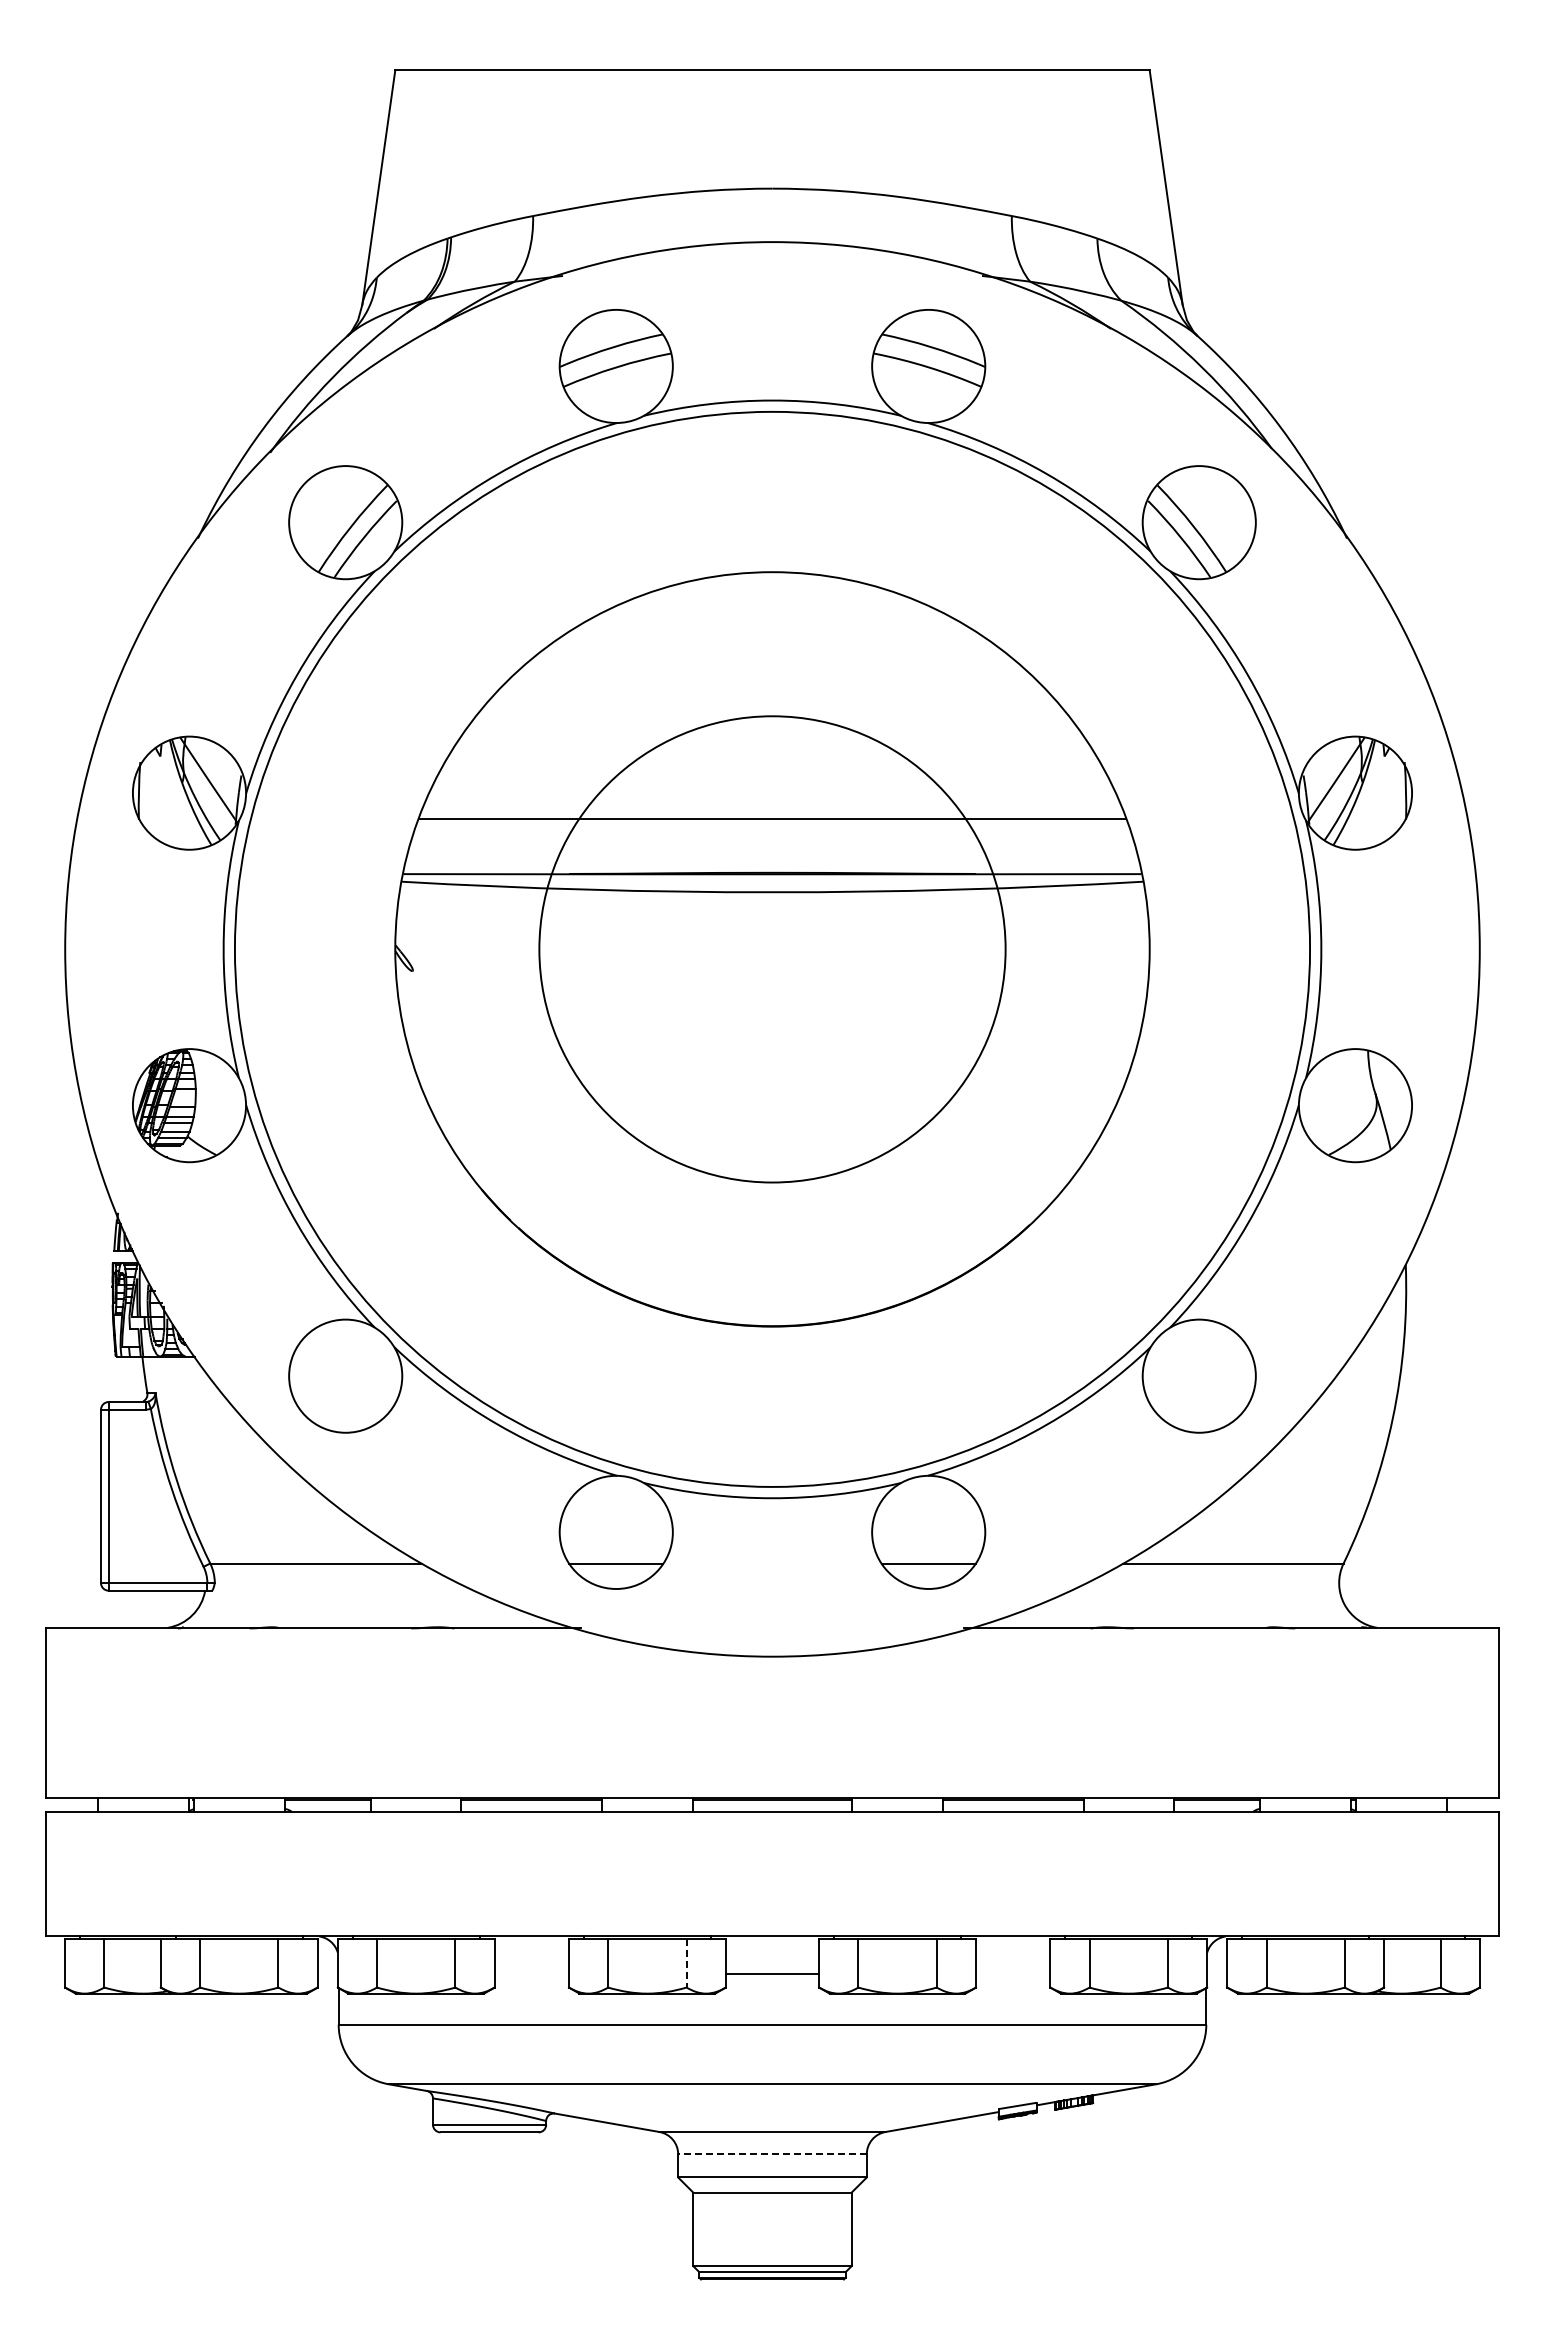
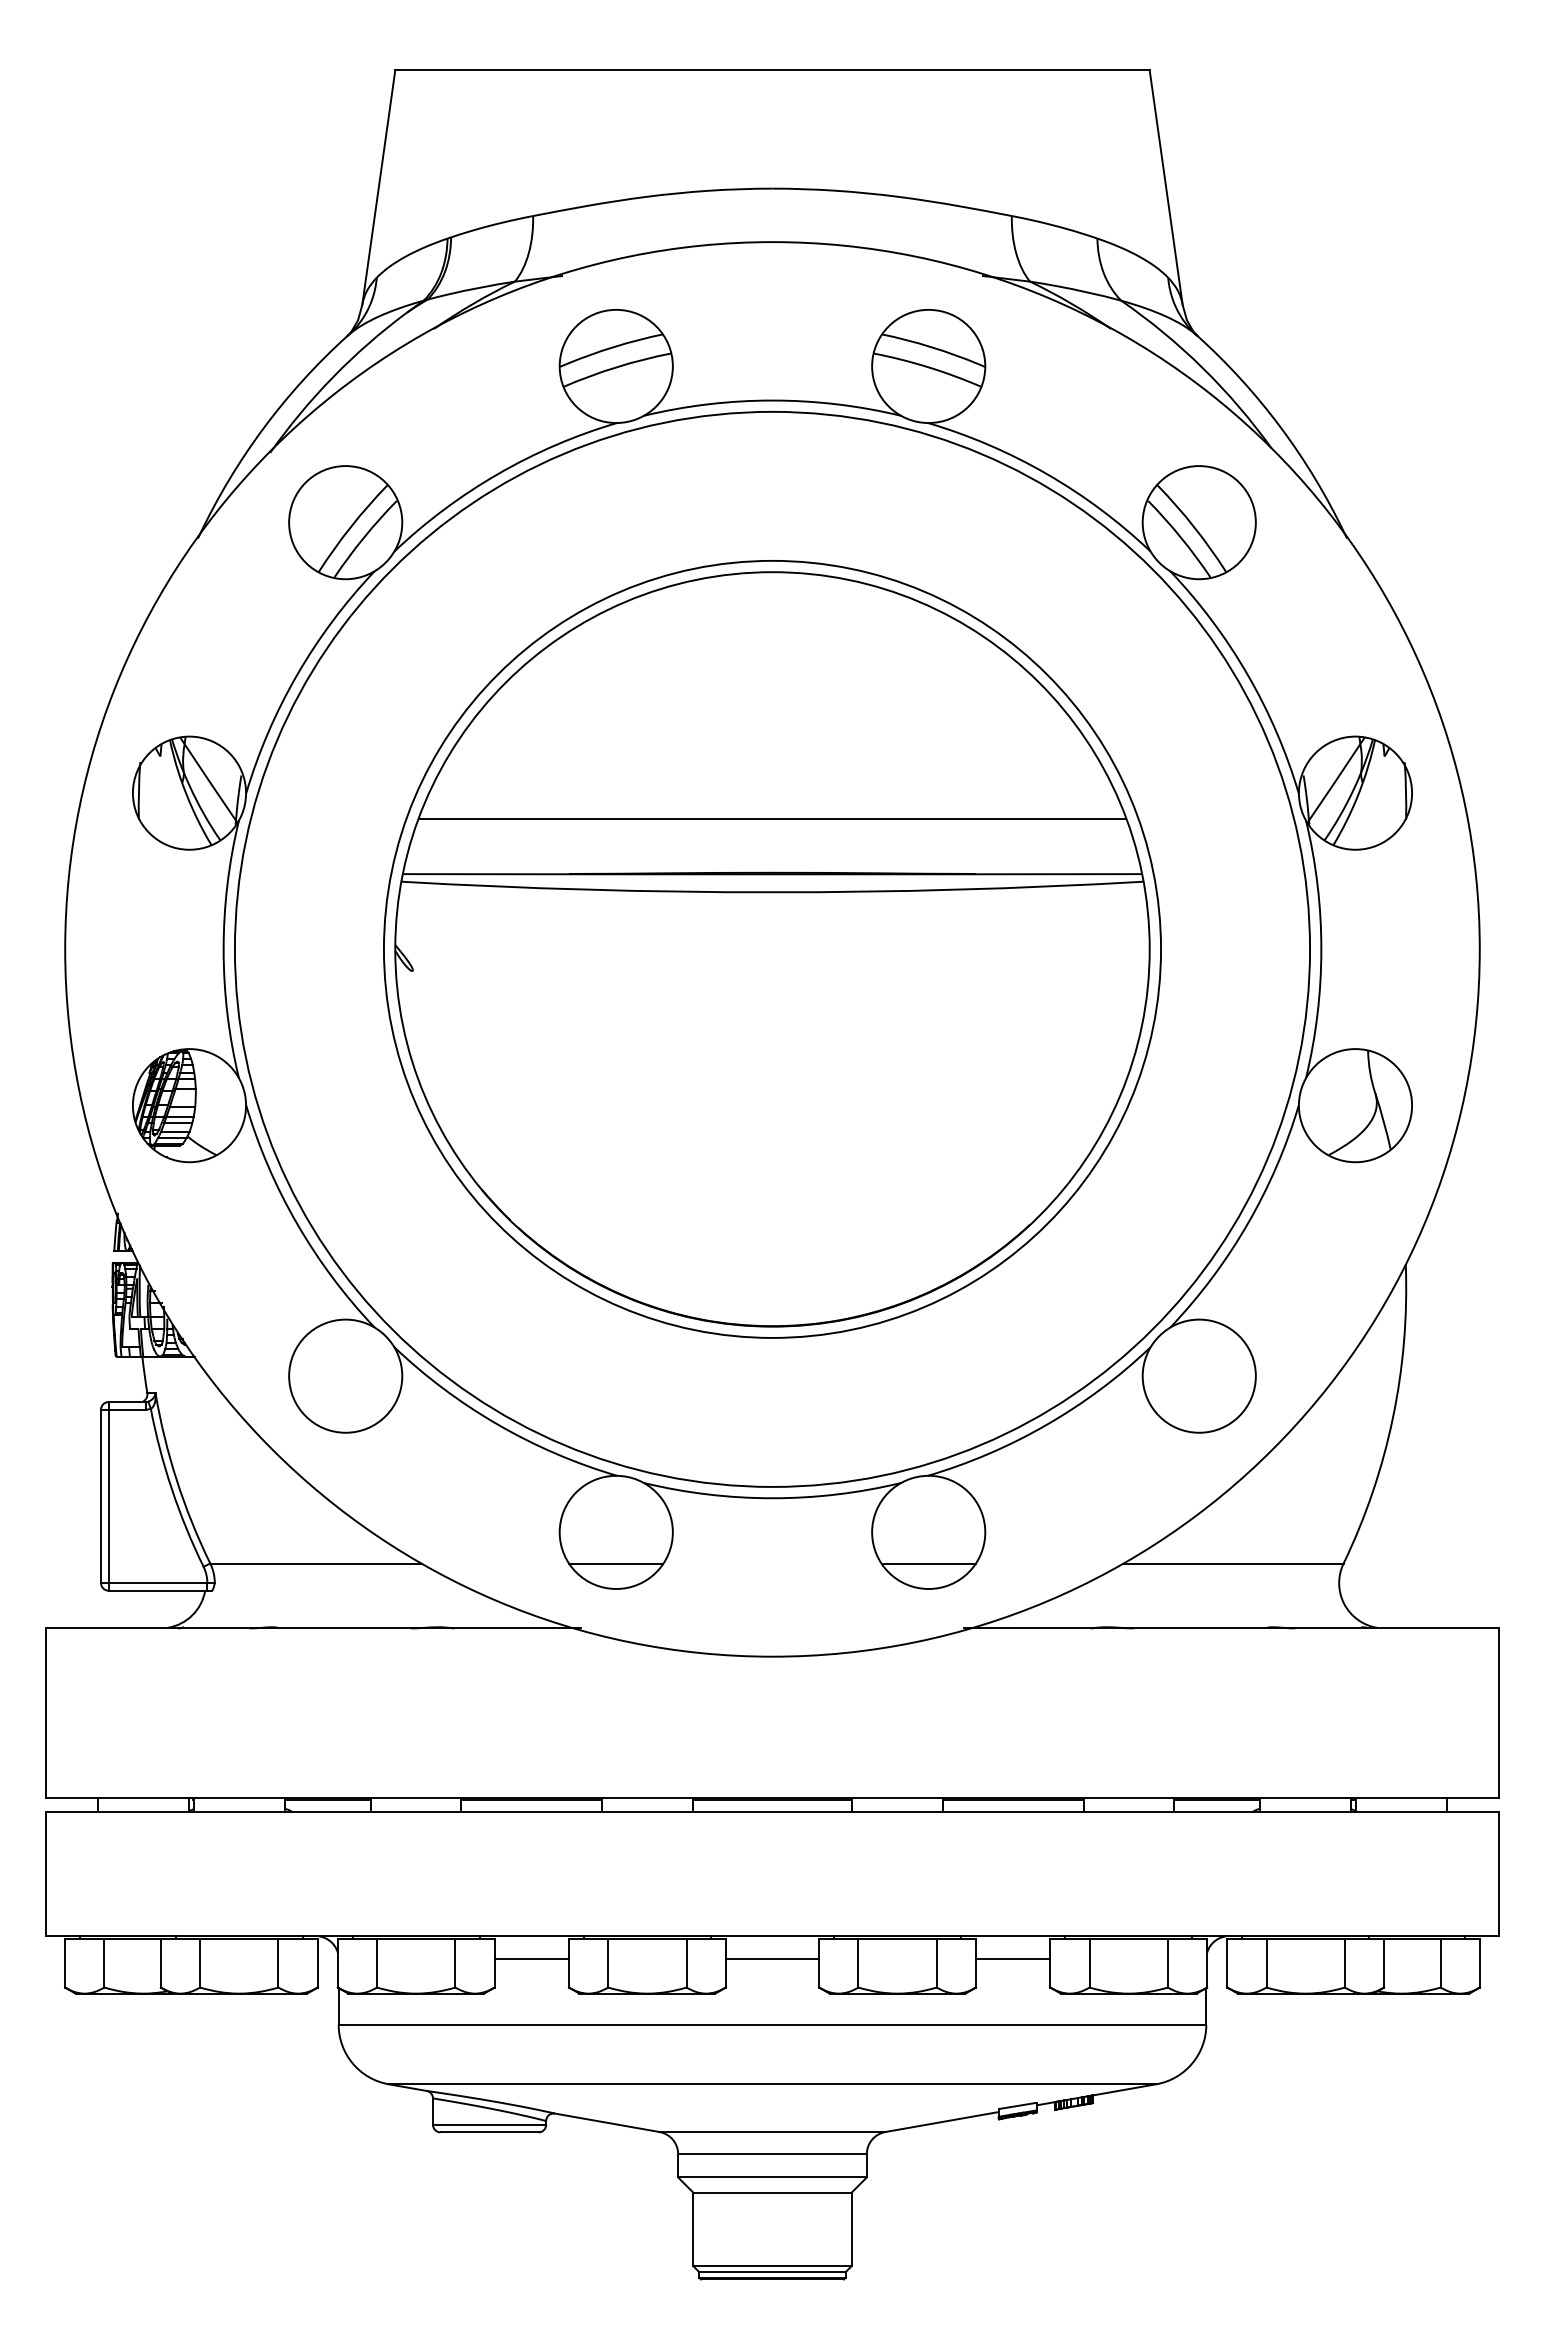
circle at (772, 949) diameter: 466 px -> 777 px
line at (531, 1958): none -> present
line at (1013, 1958): none -> present
line at (686, 1963): dashed -> solid
line at (772, 1973) position: (772, 1973) -> (772, 1958)
line at (772, 2154): dashed -> solid
